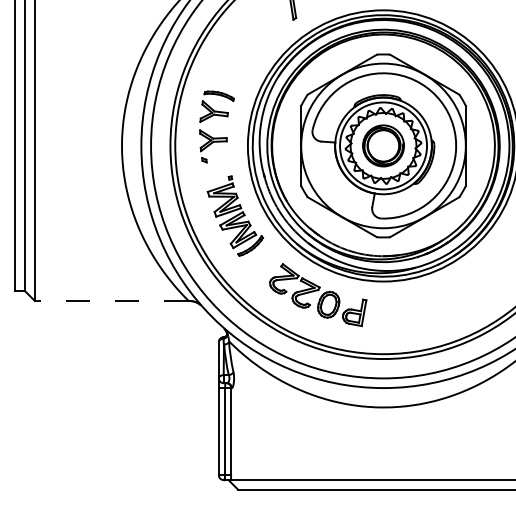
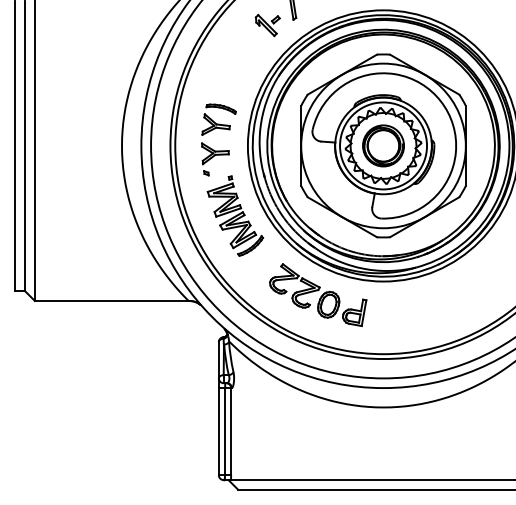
part at (267, 25): none -> present
part at (218, 116) position: (218, 116) -> (220, 129)
line at (111, 300): dashed -> solid
